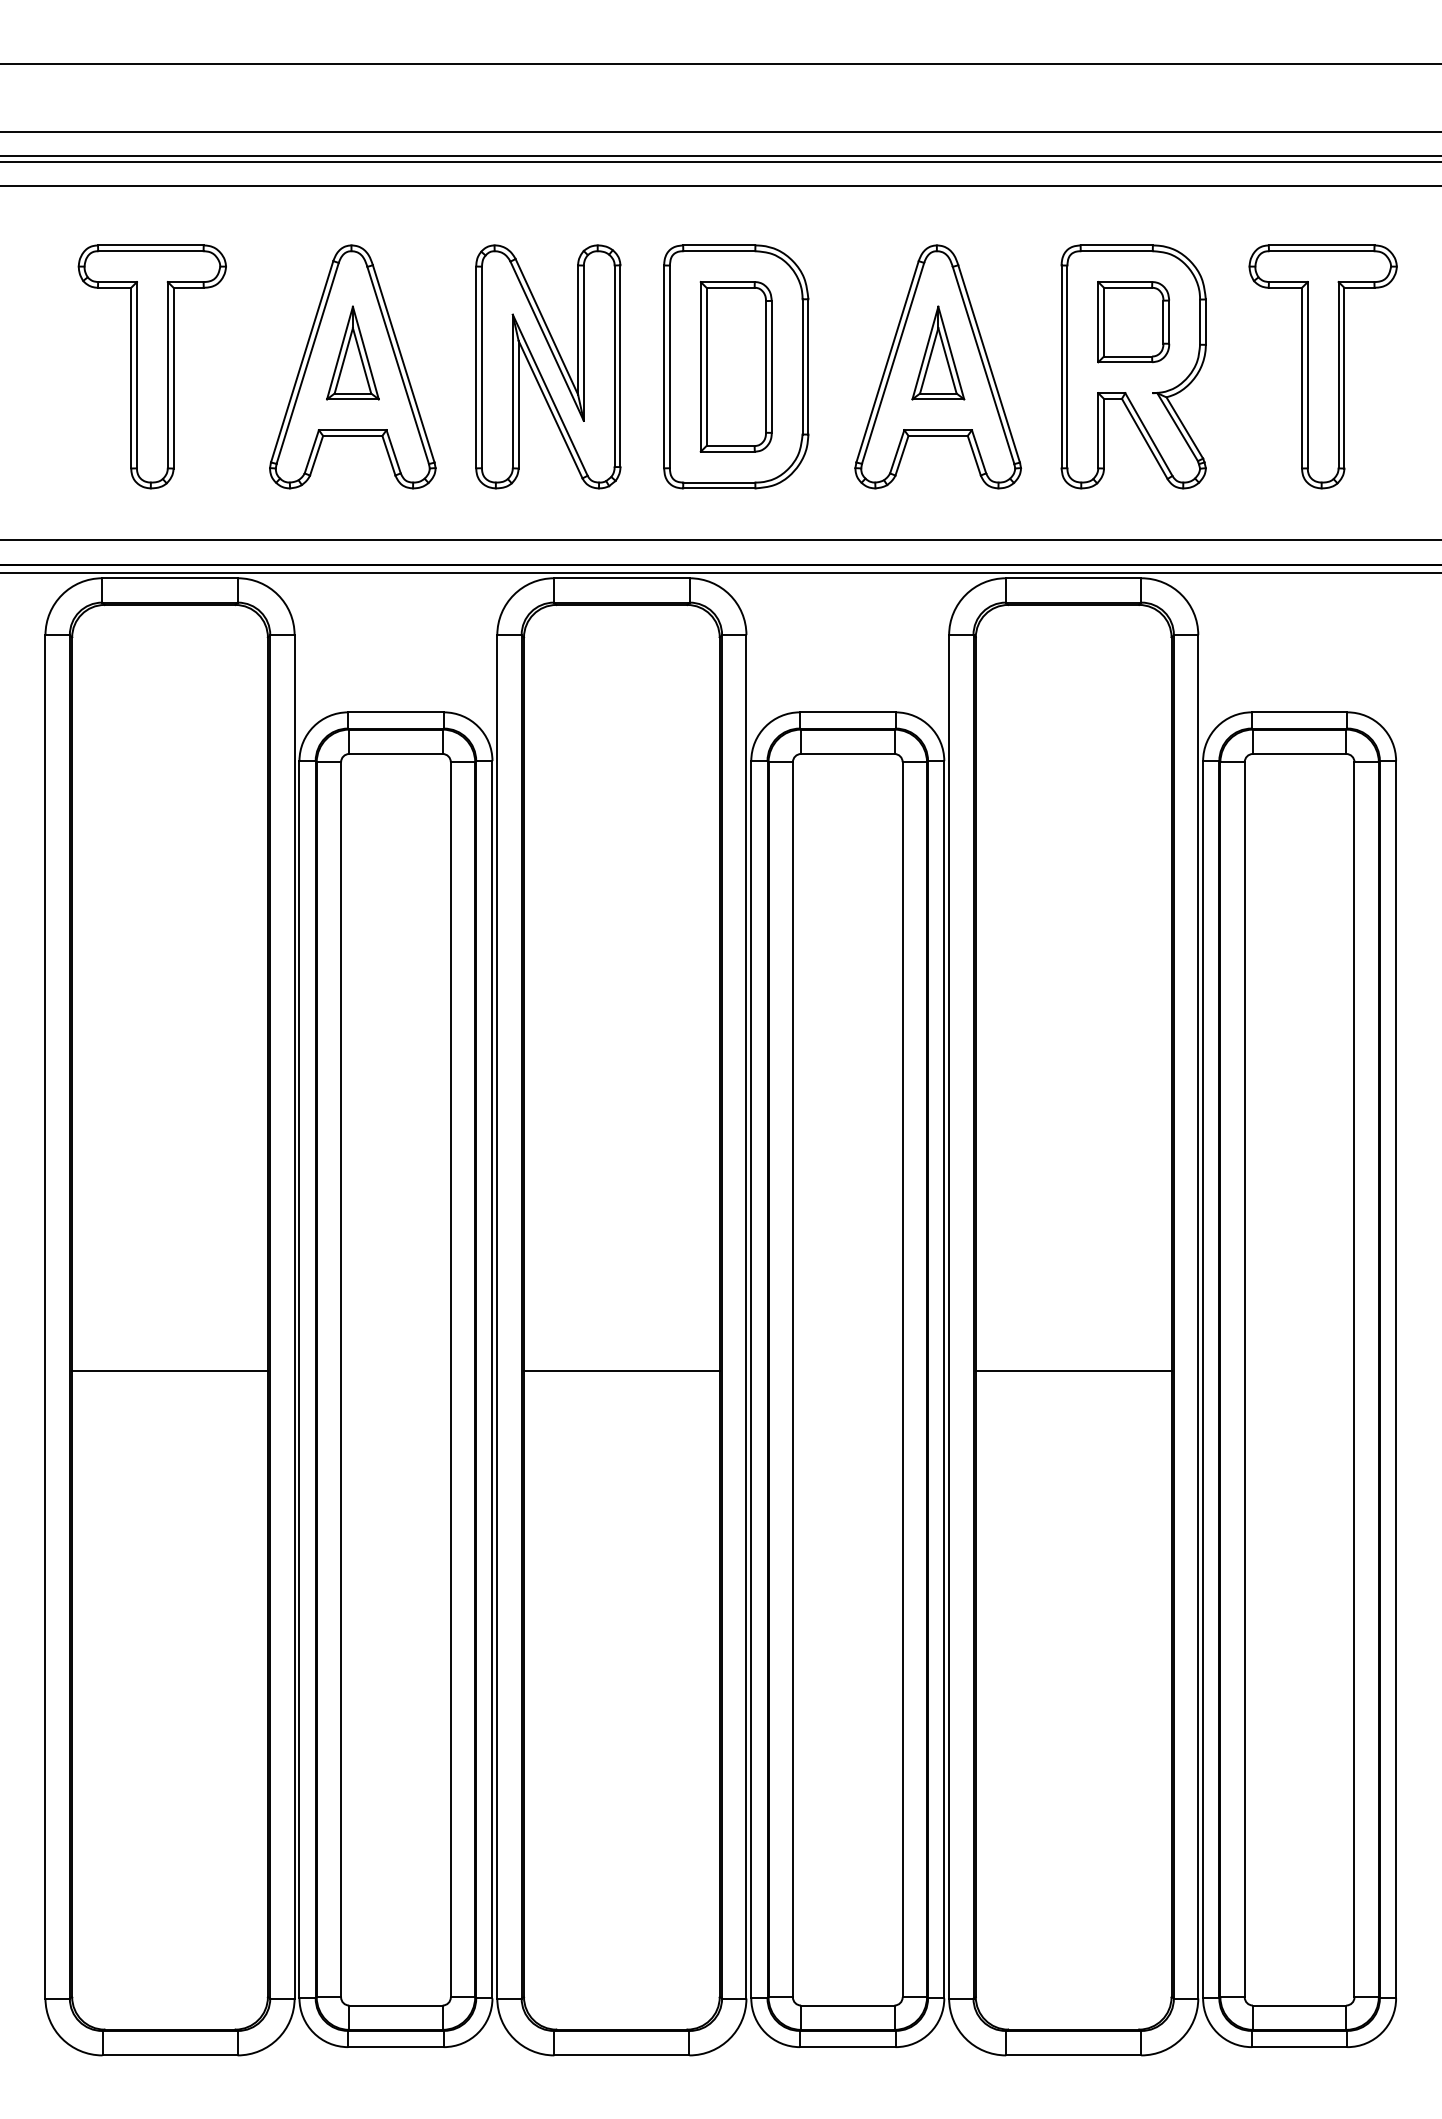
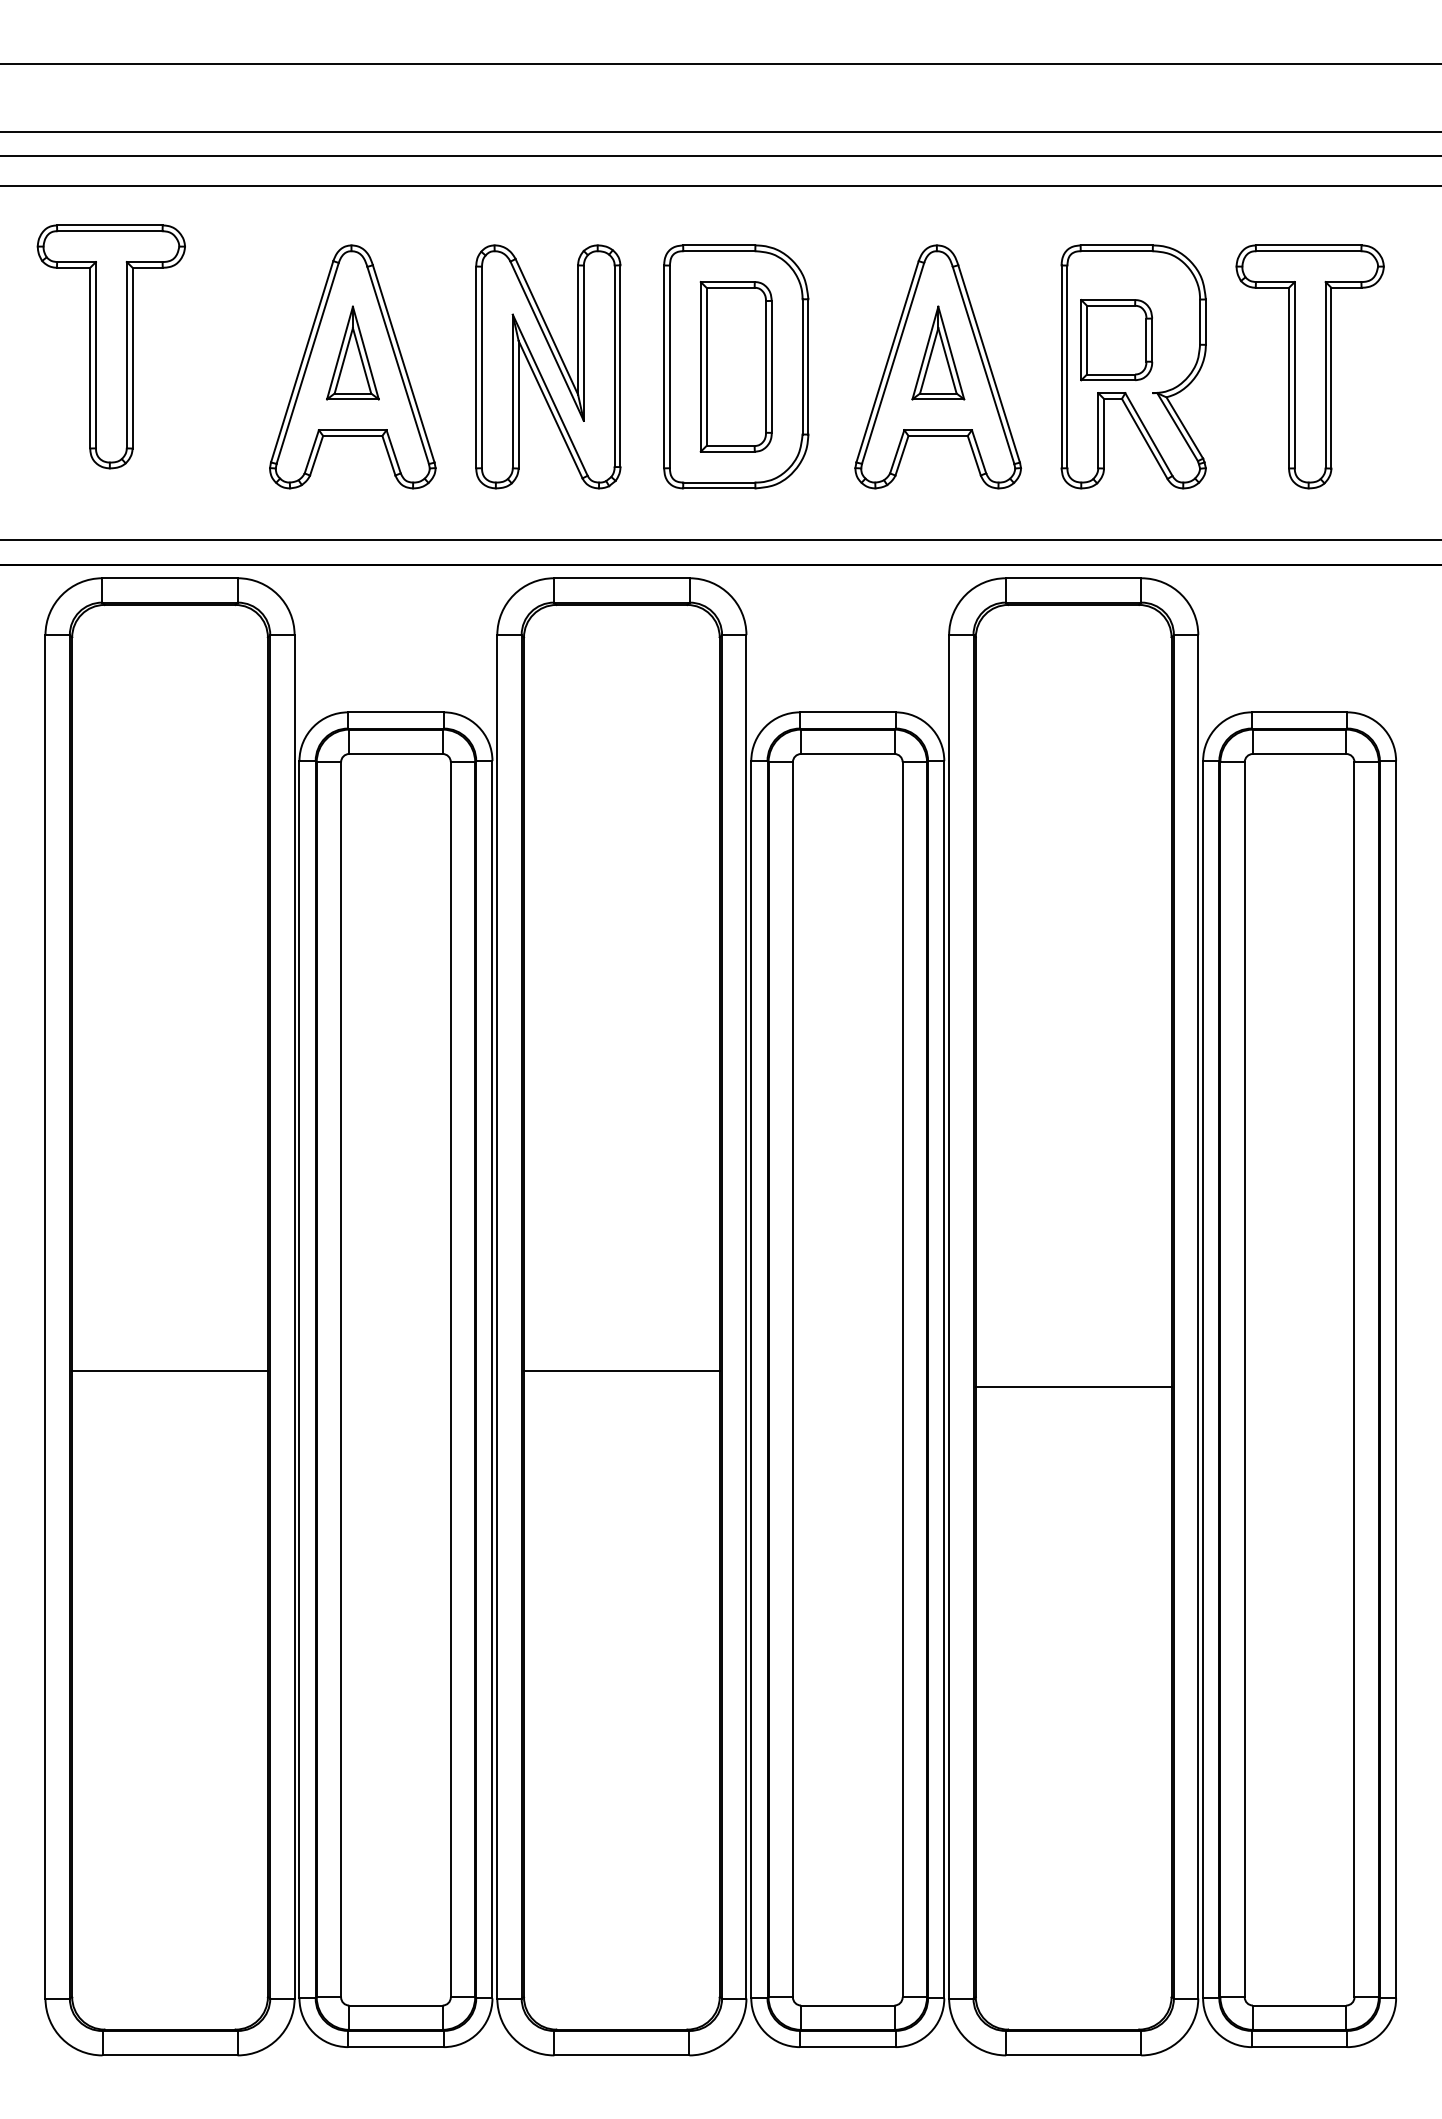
line at (720, 161): present -> none
part at (1133, 322) position: (1133, 322) -> (1116, 340)
part at (151, 366) position: (151, 366) -> (110, 346)
part at (1322, 366) position: (1322, 366) -> (1309, 366)
line at (720, 572): present -> none
line at (1073, 1371) position: (1073, 1371) -> (1073, 1387)
